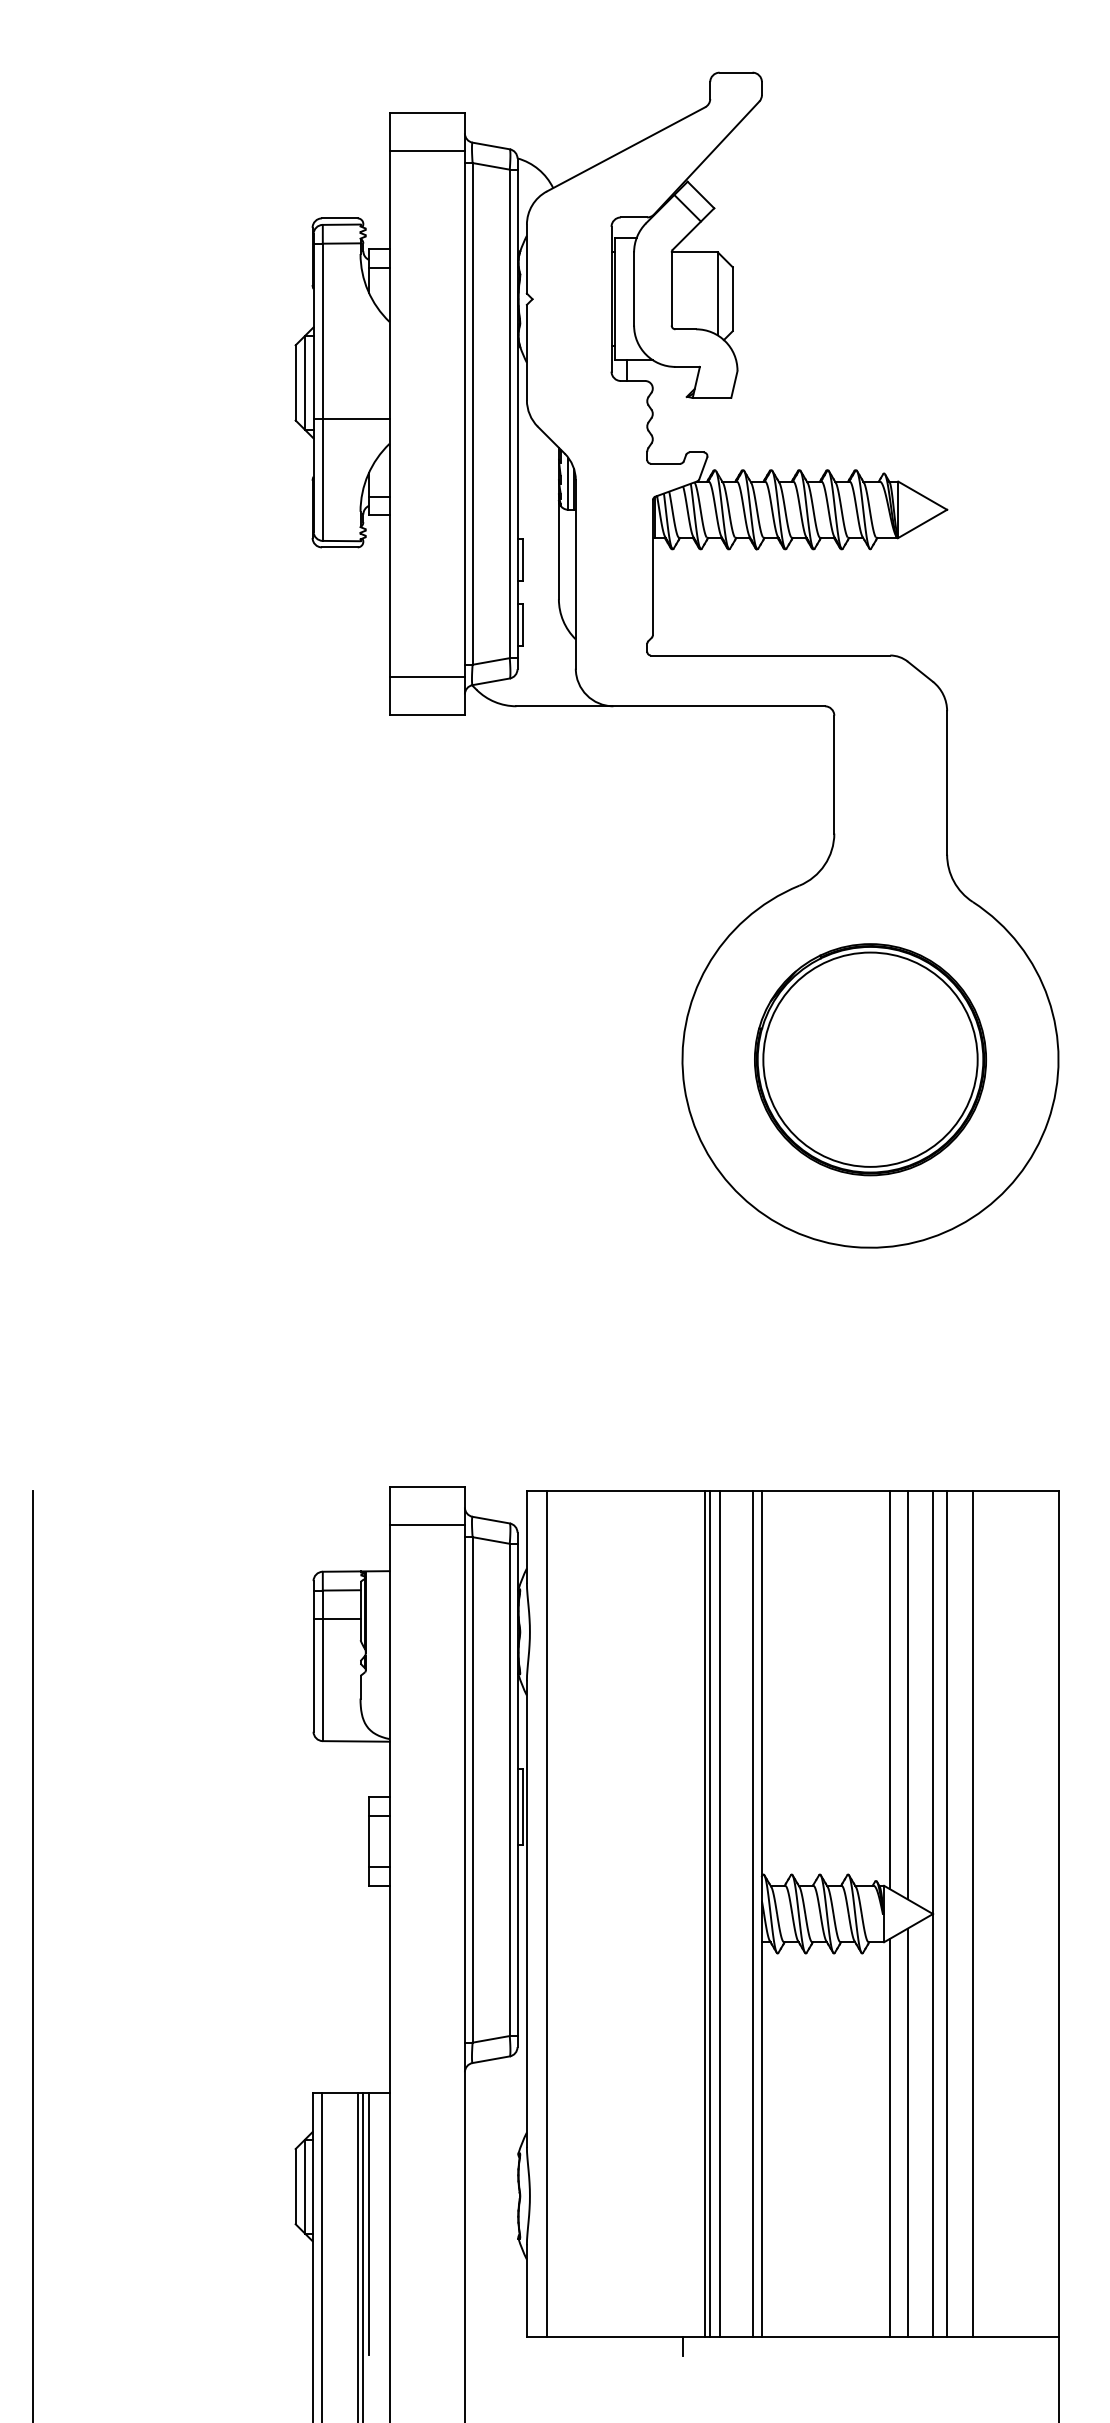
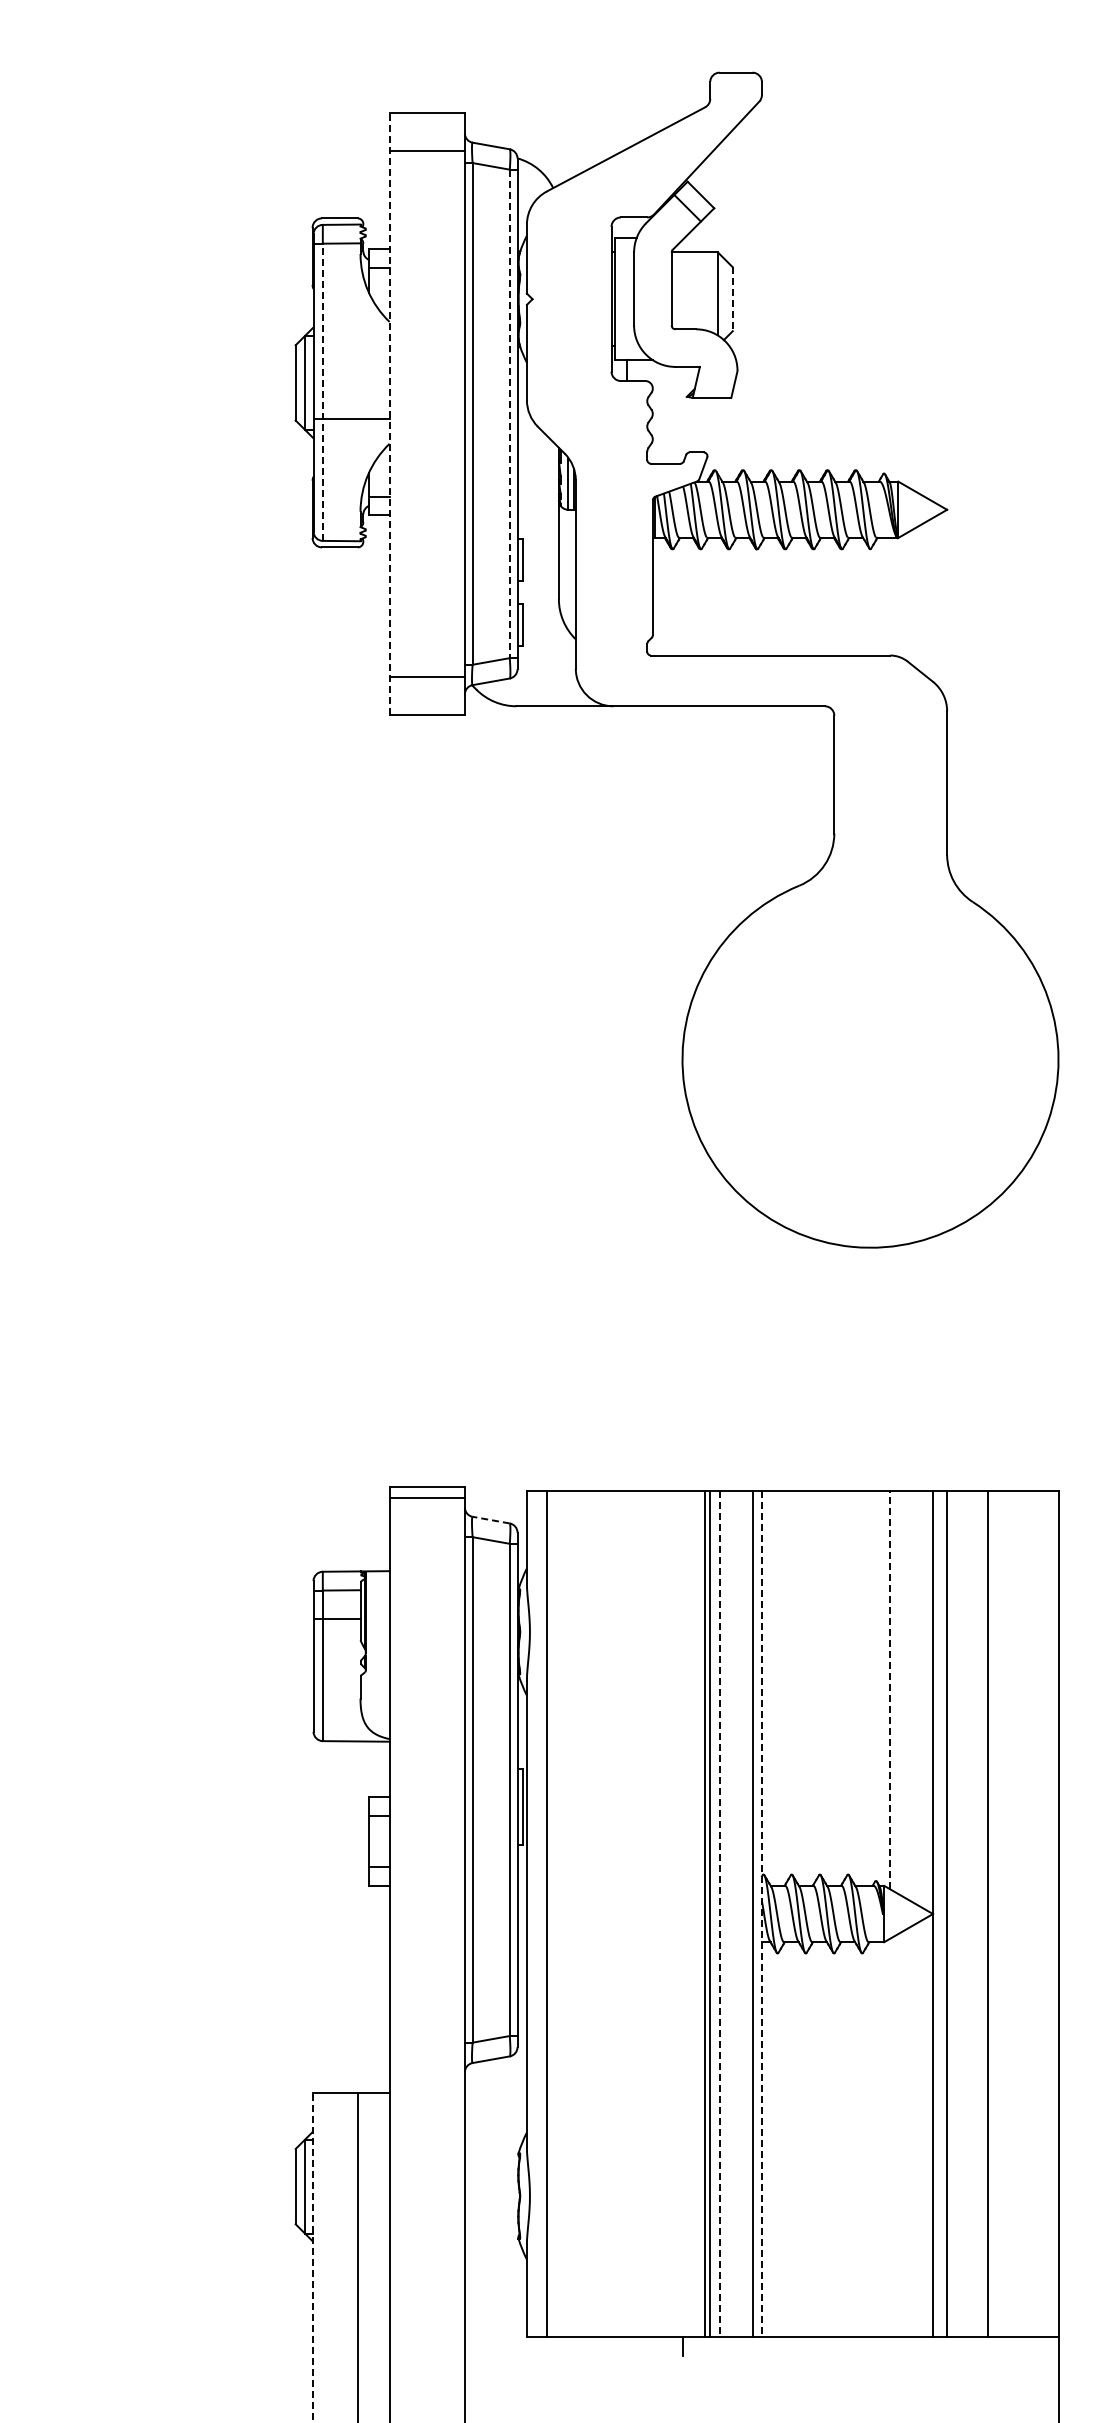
line at (732, 299): solid -> dashed
line at (322, 392): solid -> dashed
line at (389, 413): solid -> dashed
line at (509, 414): solid -> dashed
part at (870, 1059): present -> none
line at (491, 1520): solid -> dashed
line at (426, 1524) position: (426, 1524) -> (426, 1497)
line at (890, 1689): solid -> dashed
line at (907, 1695): present -> none
line at (719, 1914): solid -> dashed
line at (761, 1914): solid -> dashed
line at (972, 1914) position: (972, 1914) -> (987, 1914)
line at (33, 1955): present -> none
line at (907, 2132): present -> none
line at (890, 2137): present -> none
line at (369, 2223): present -> none
line at (321, 2255): present -> none
line at (363, 2255): present -> none
line at (312, 2257): solid -> dashed
